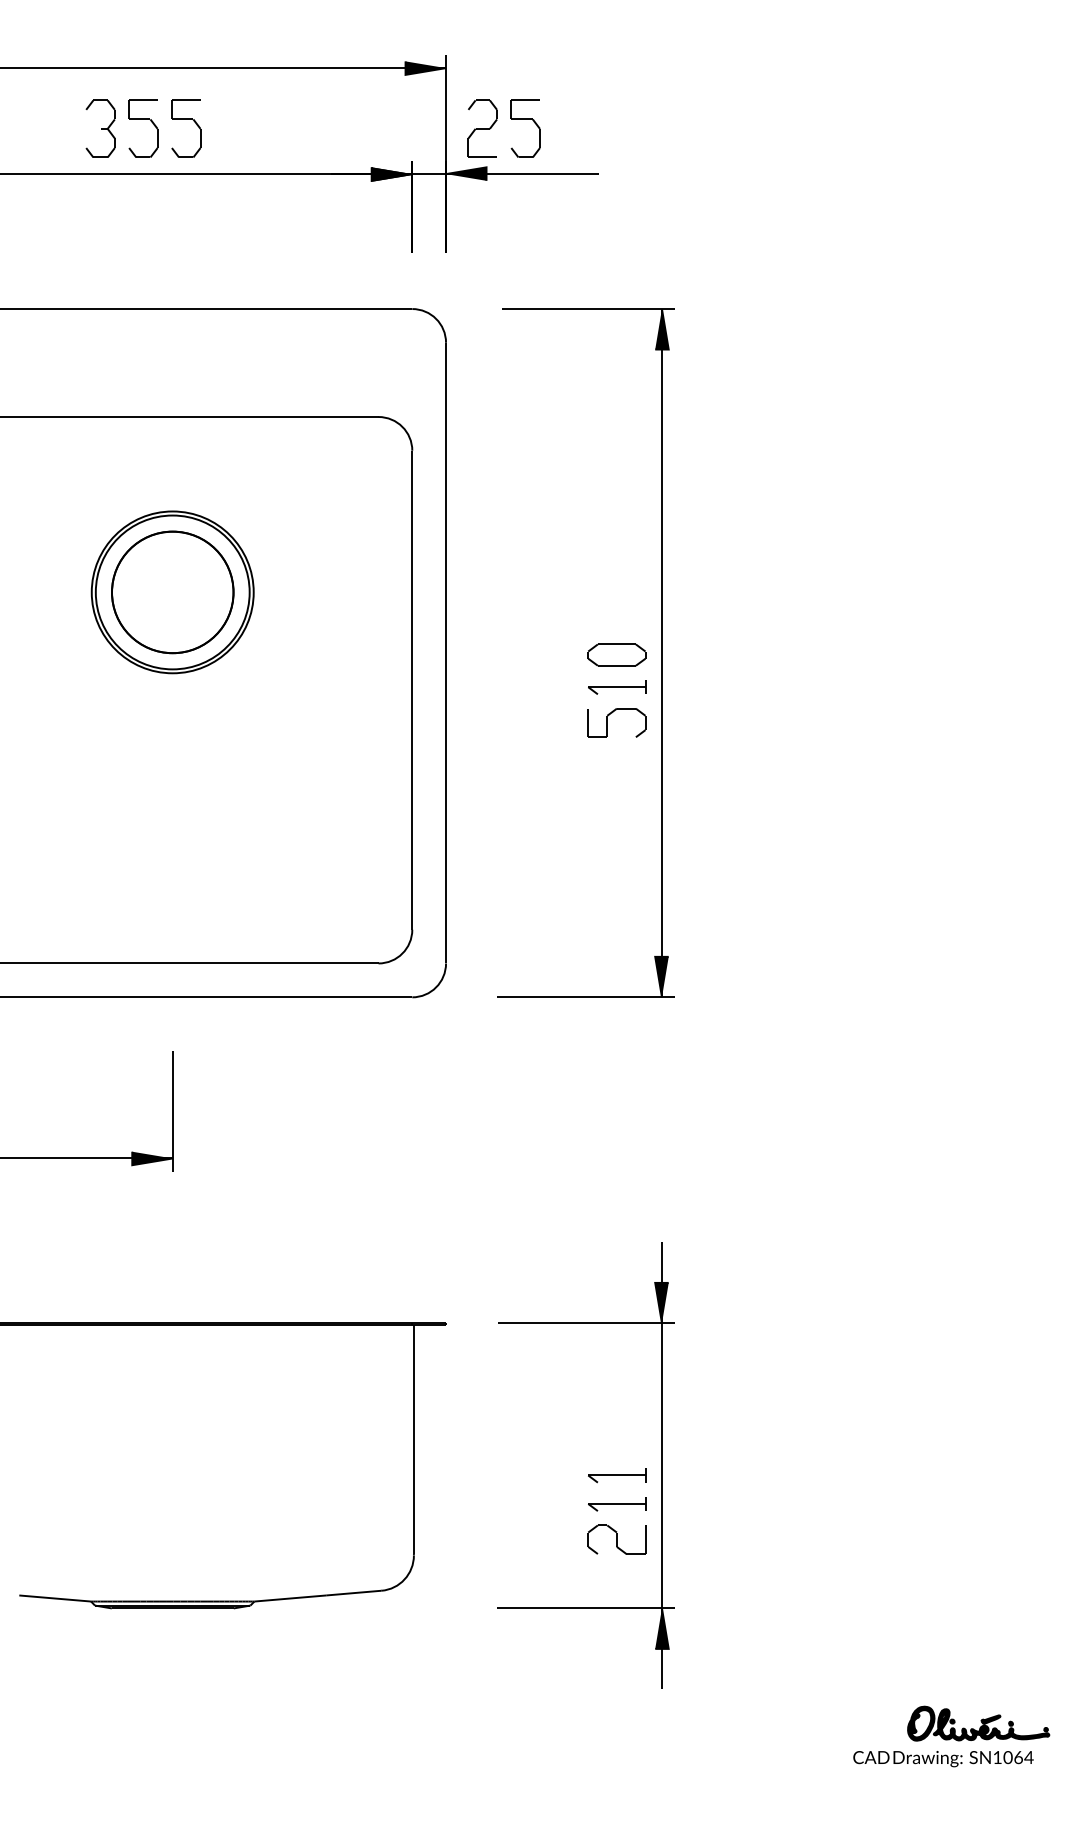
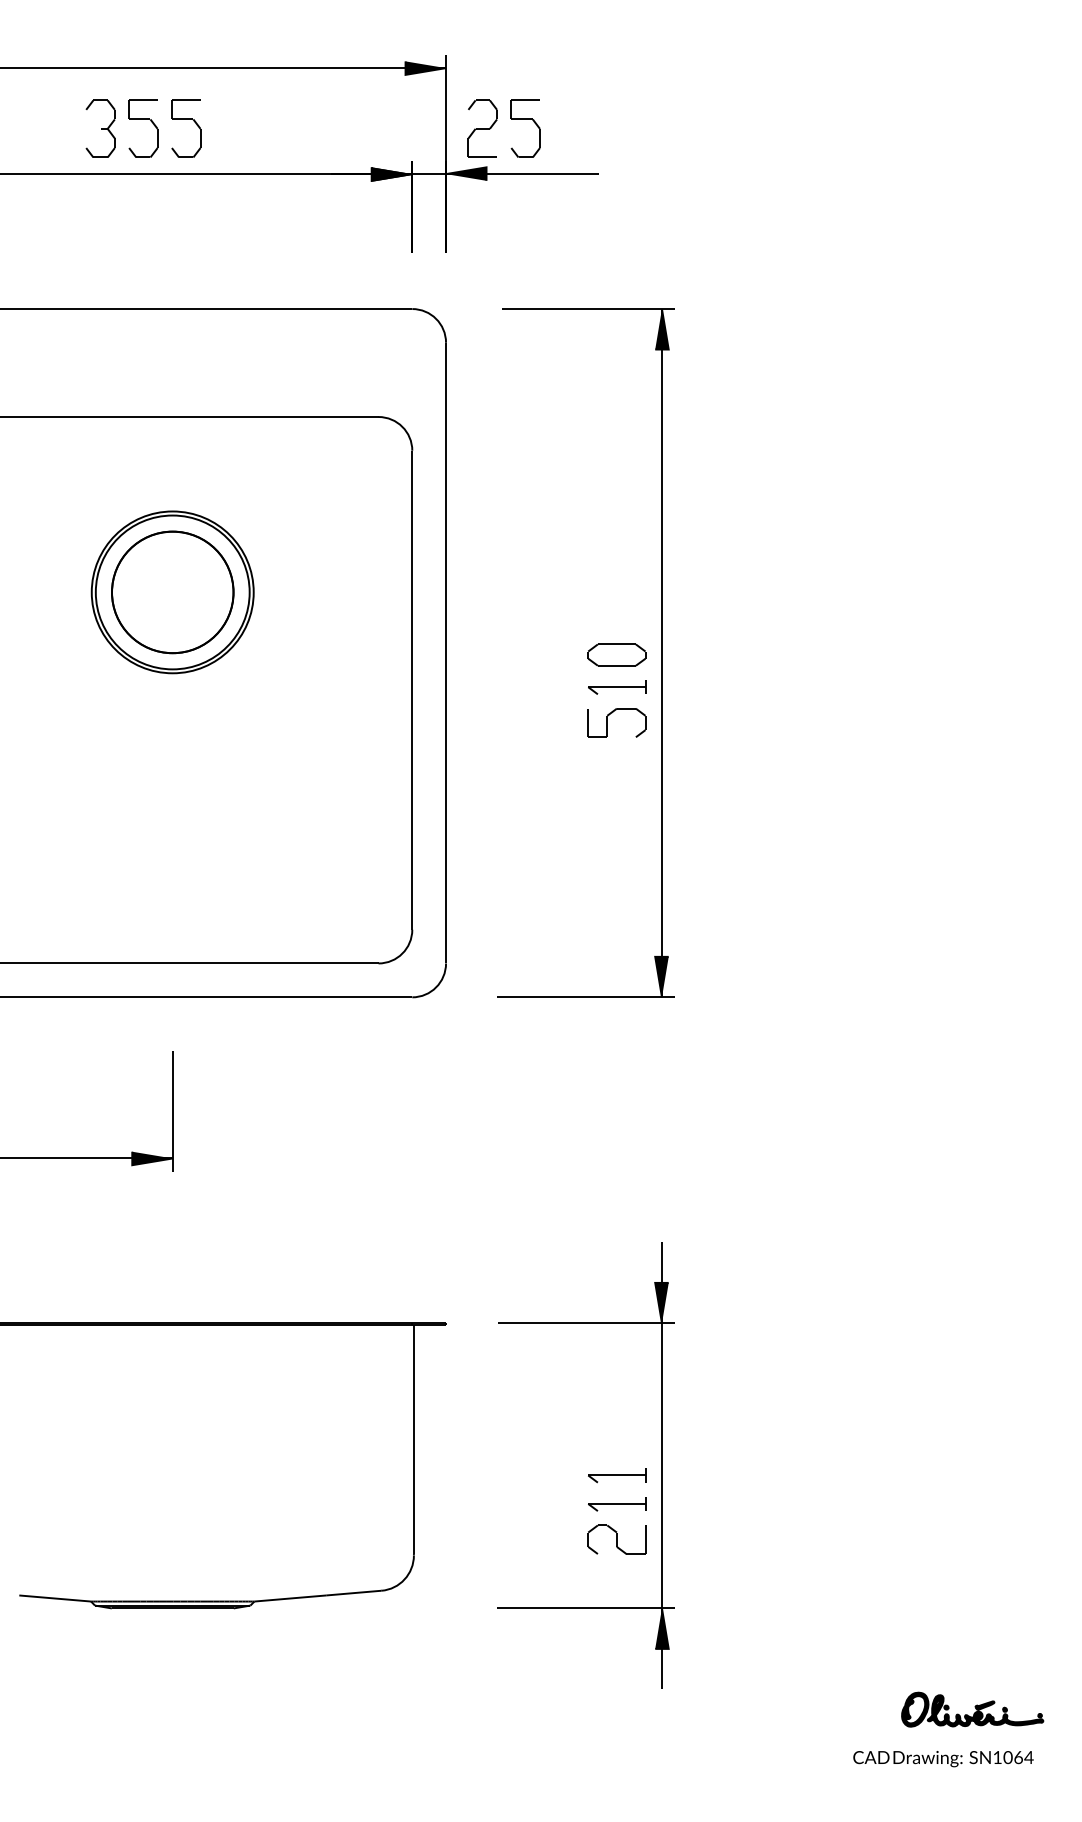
part at (978, 1723) position: (978, 1723) -> (972, 1709)
